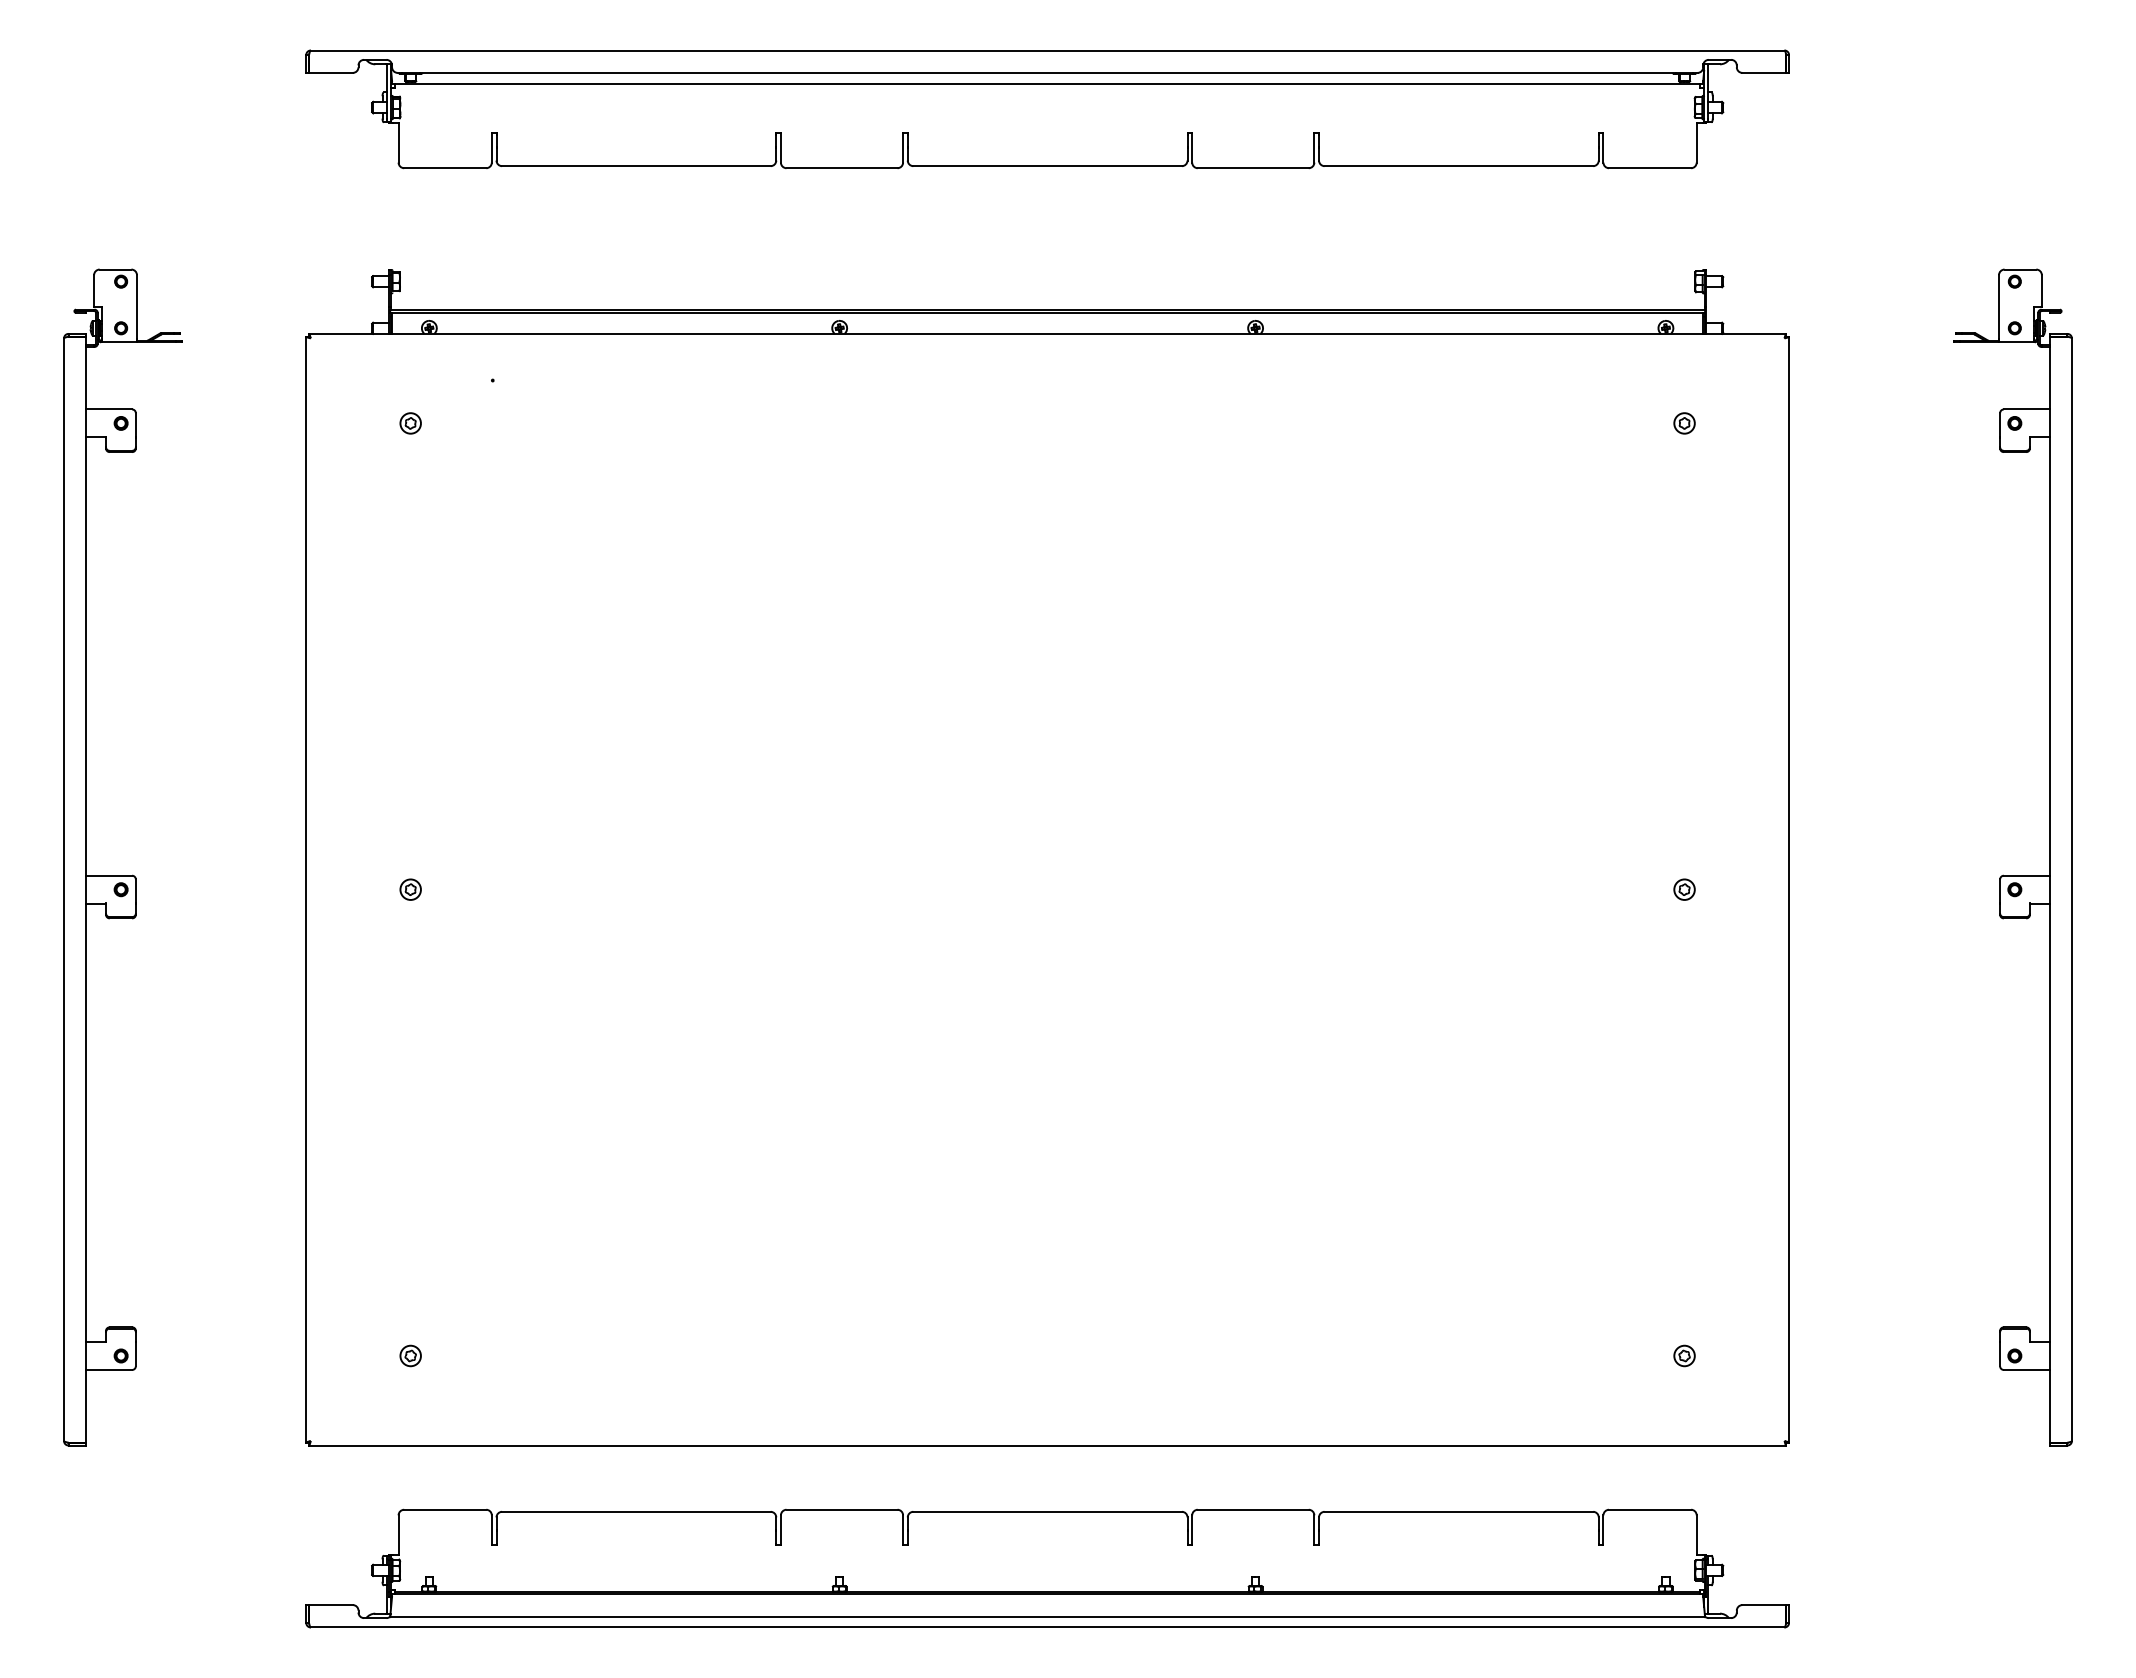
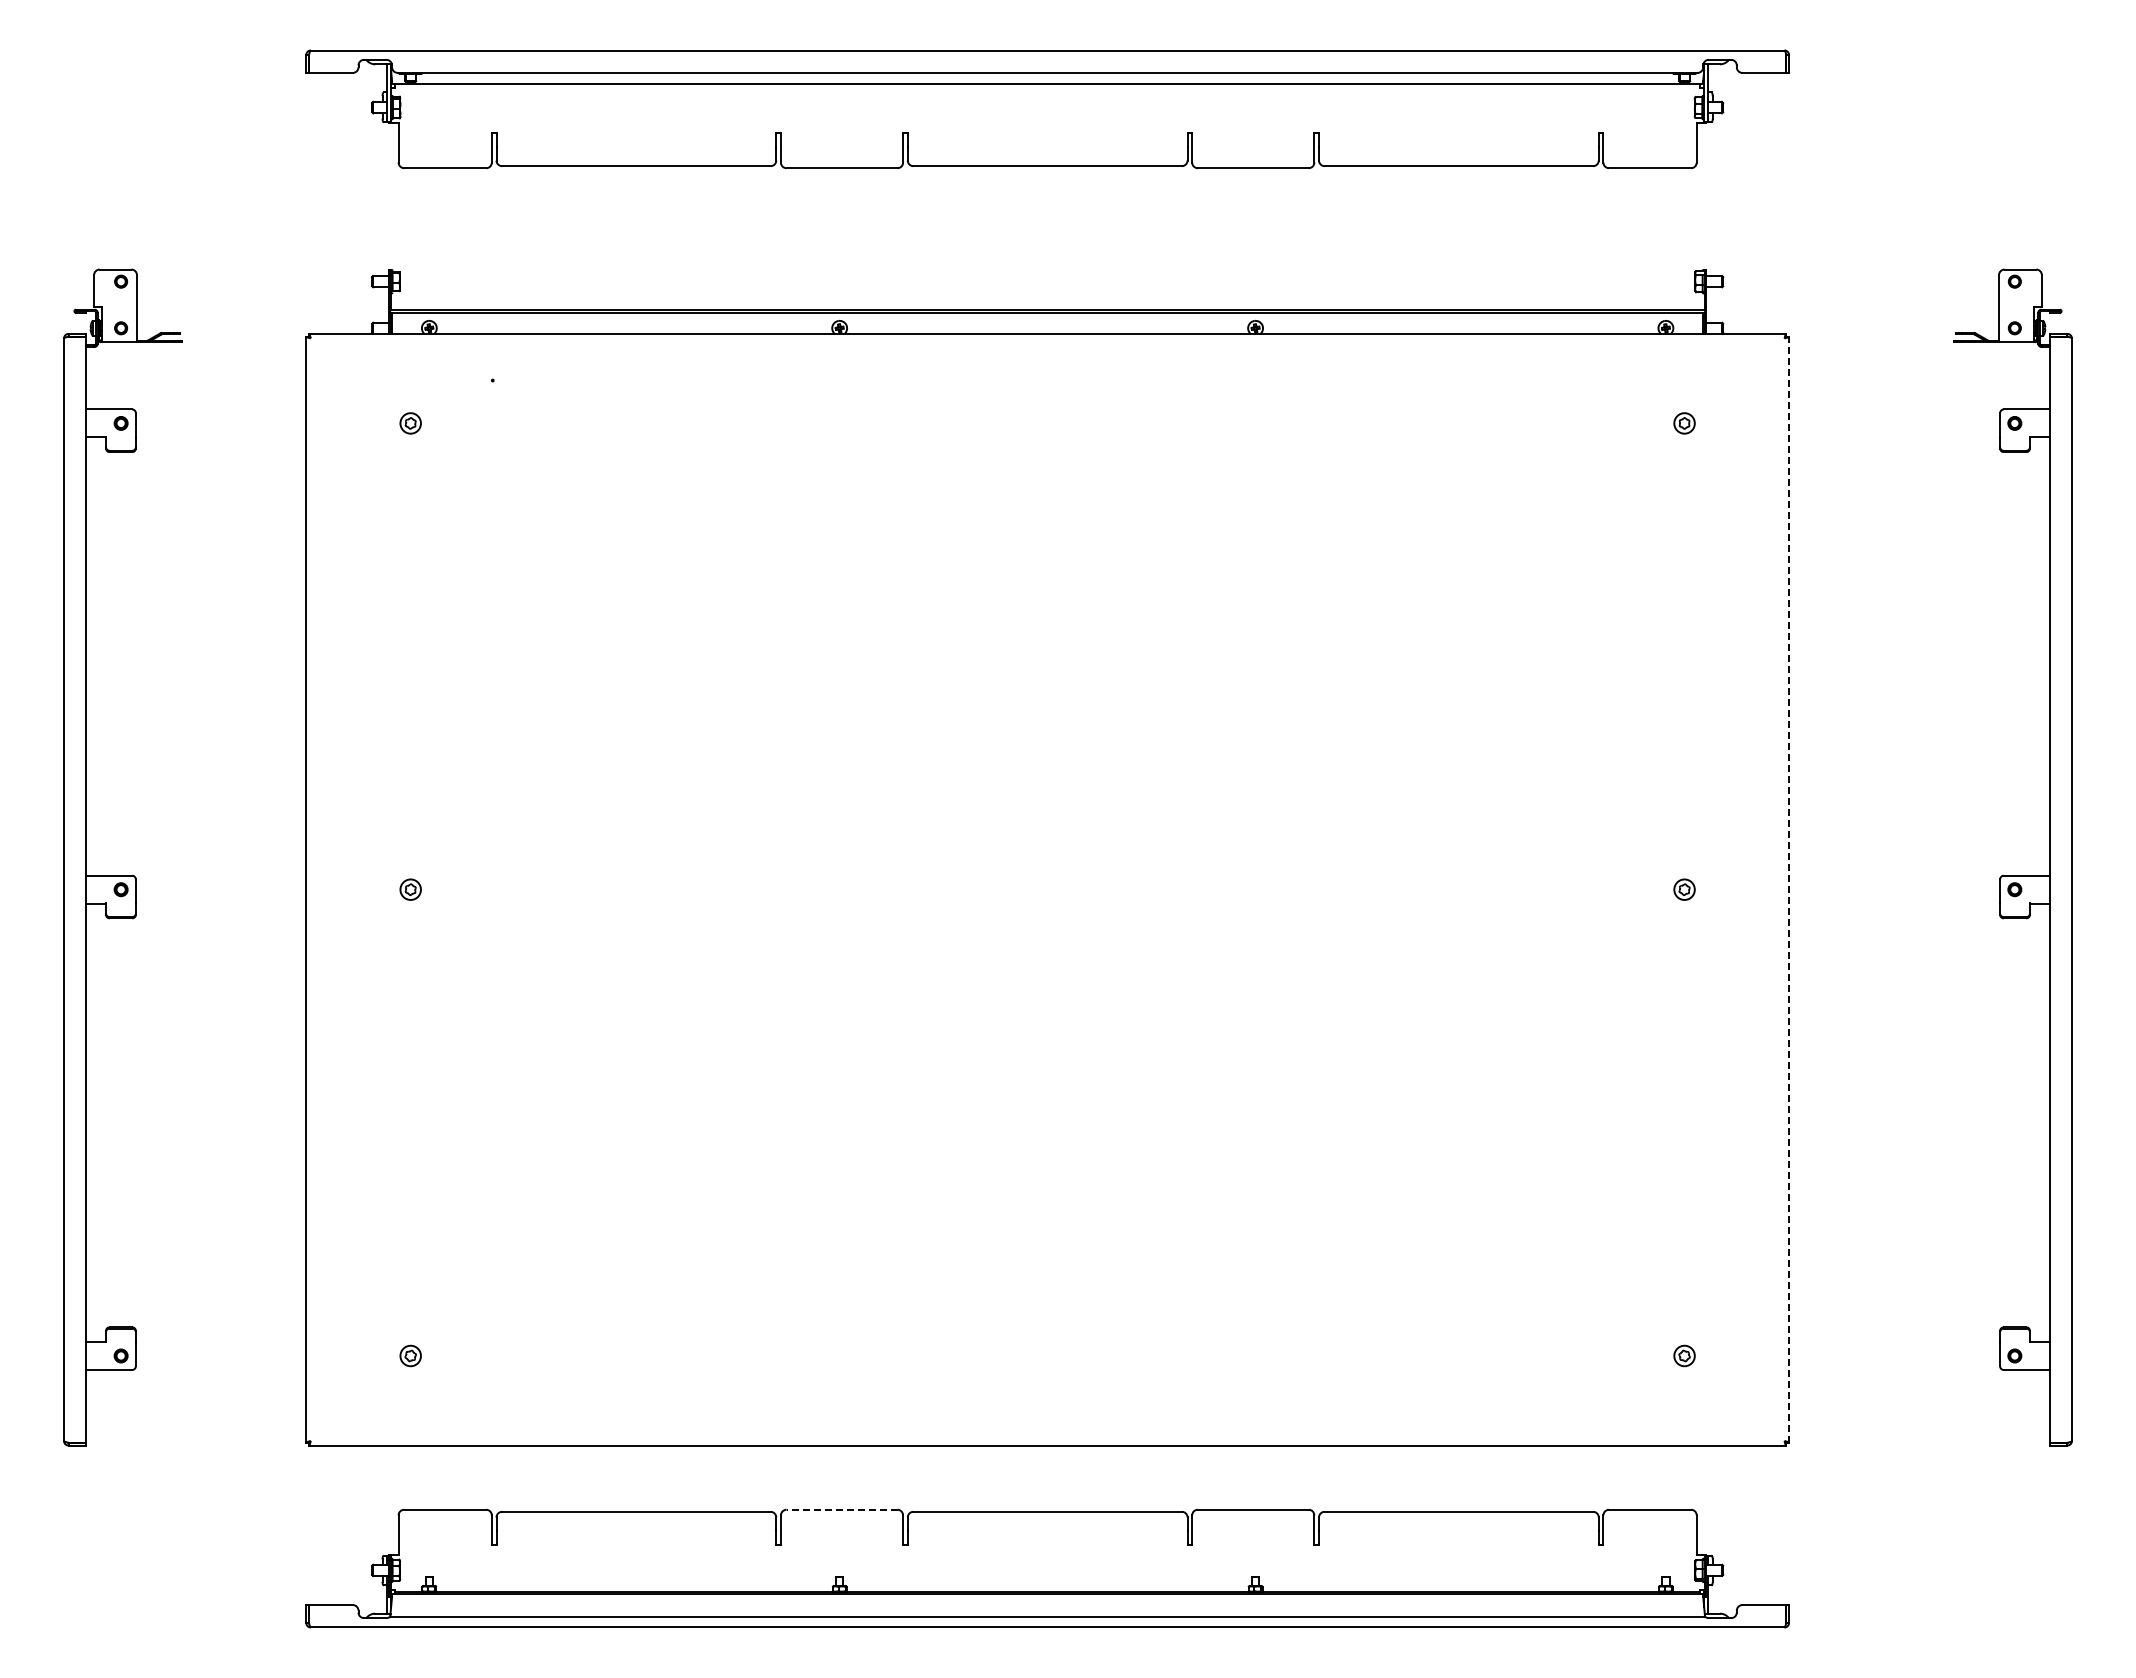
line at (1789, 889): solid -> dashed
line at (841, 1509): solid -> dashed
